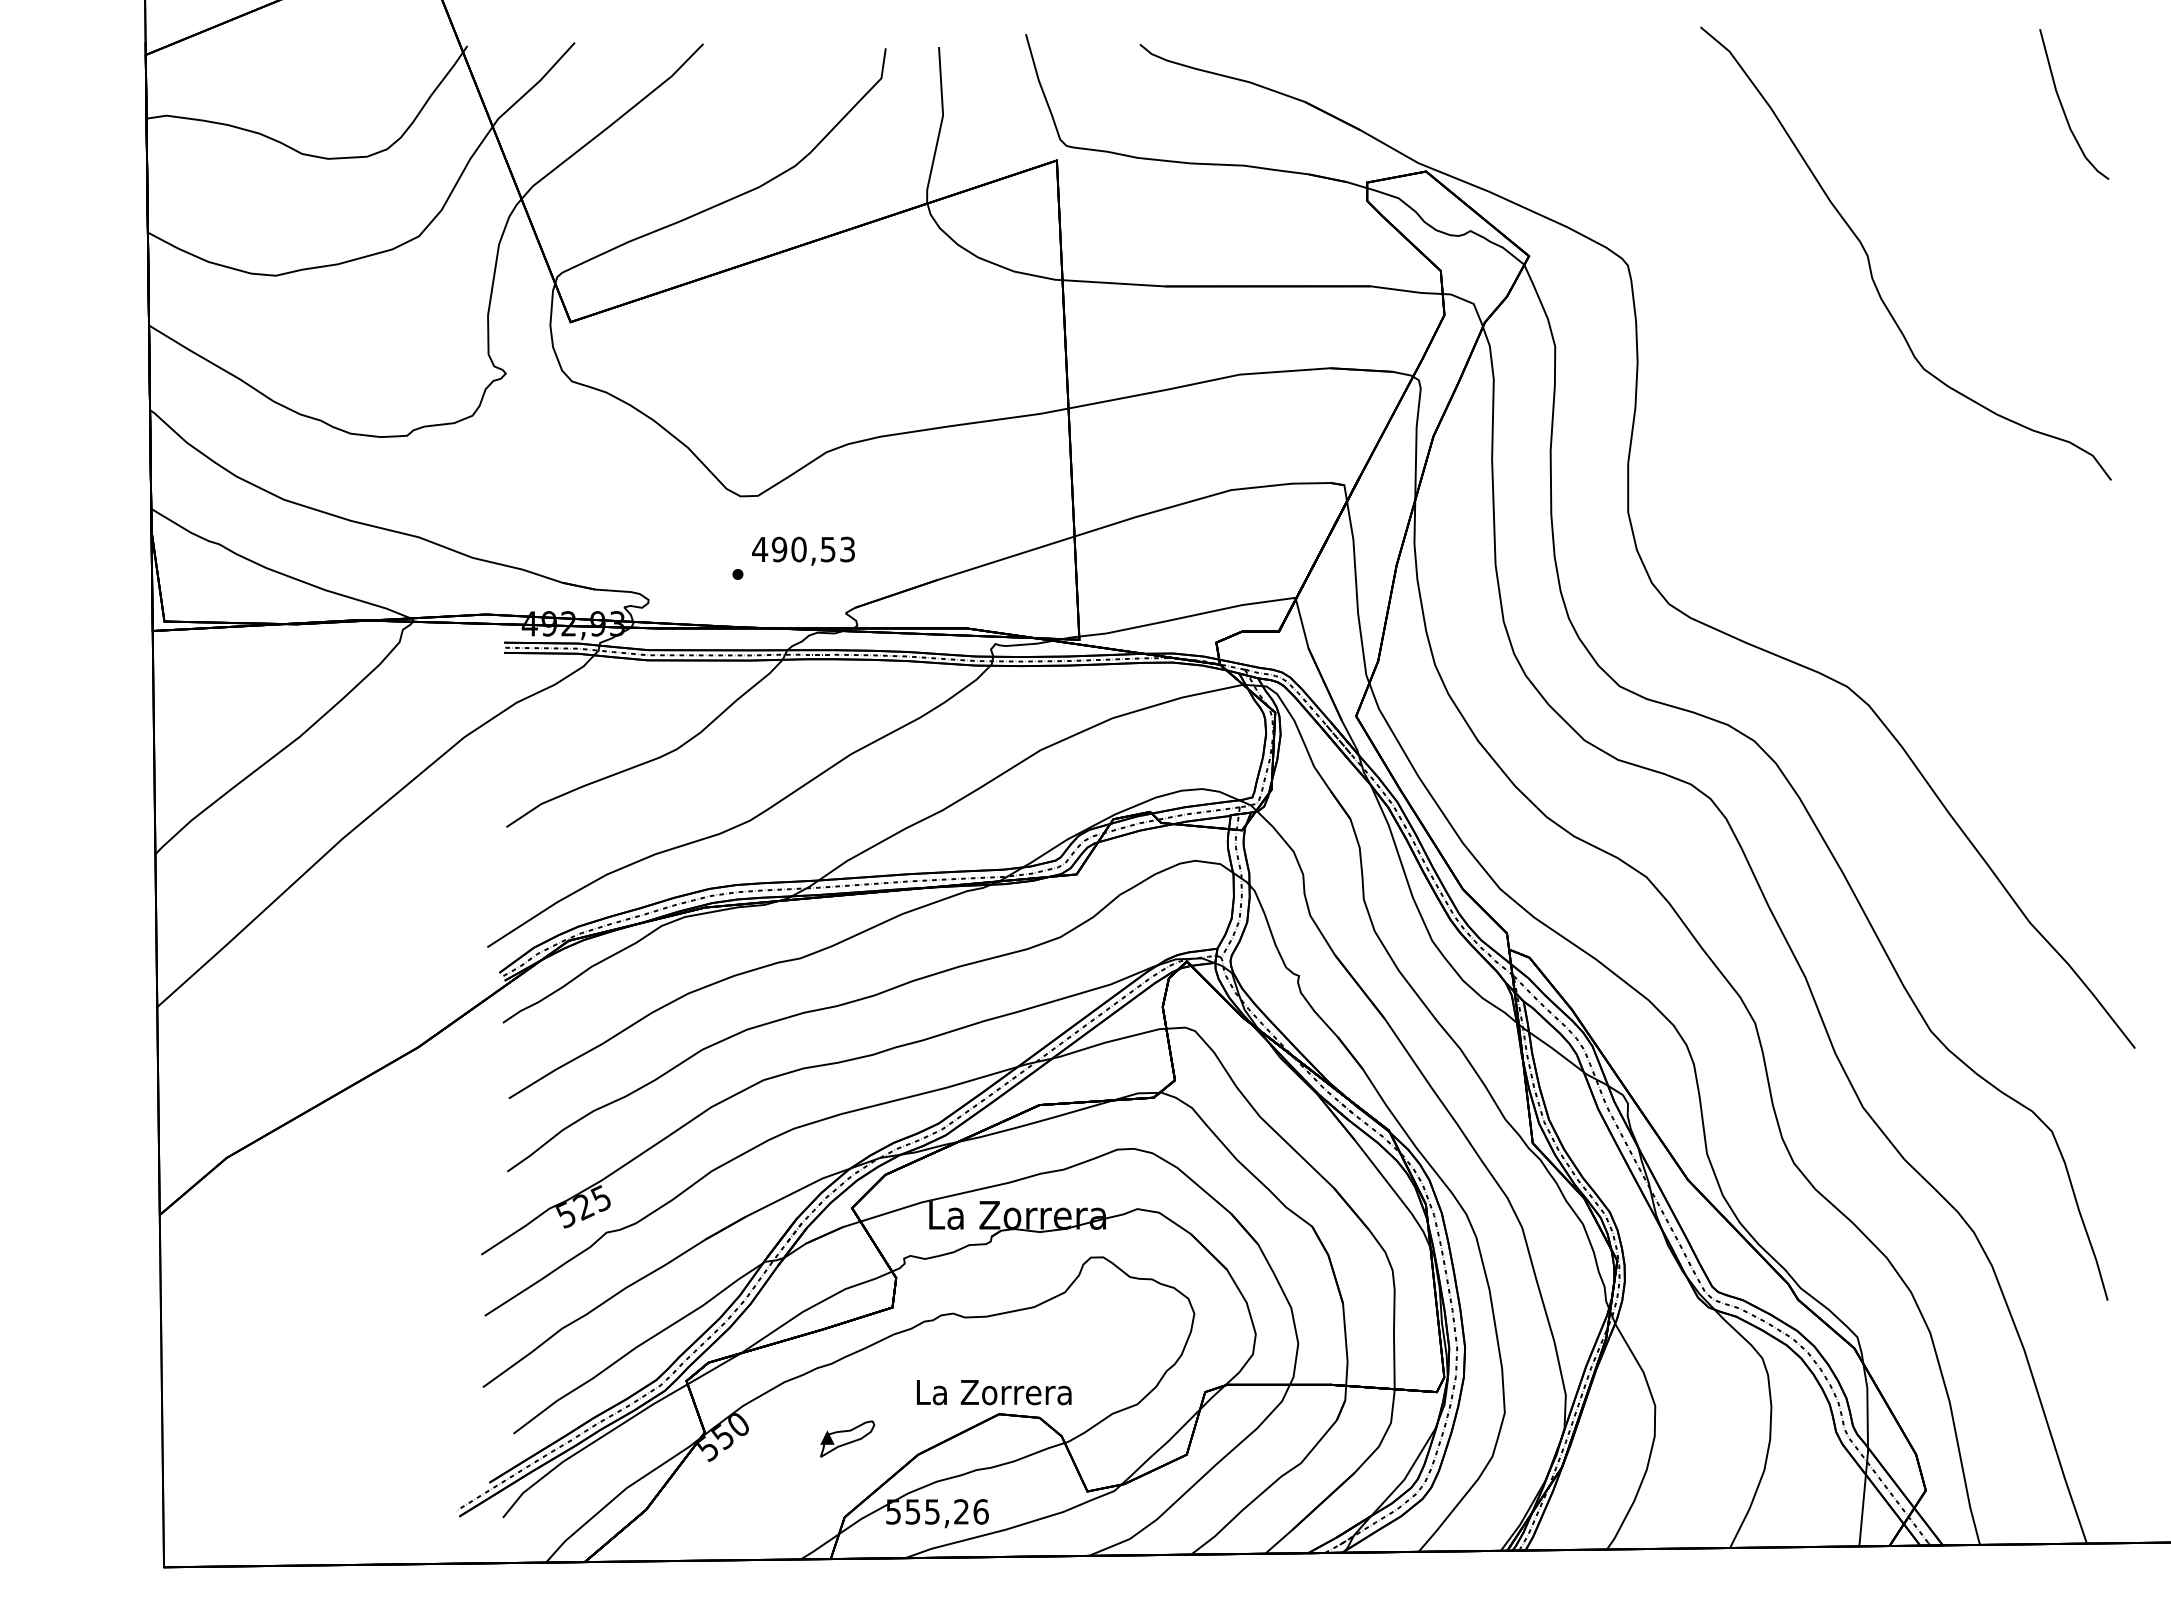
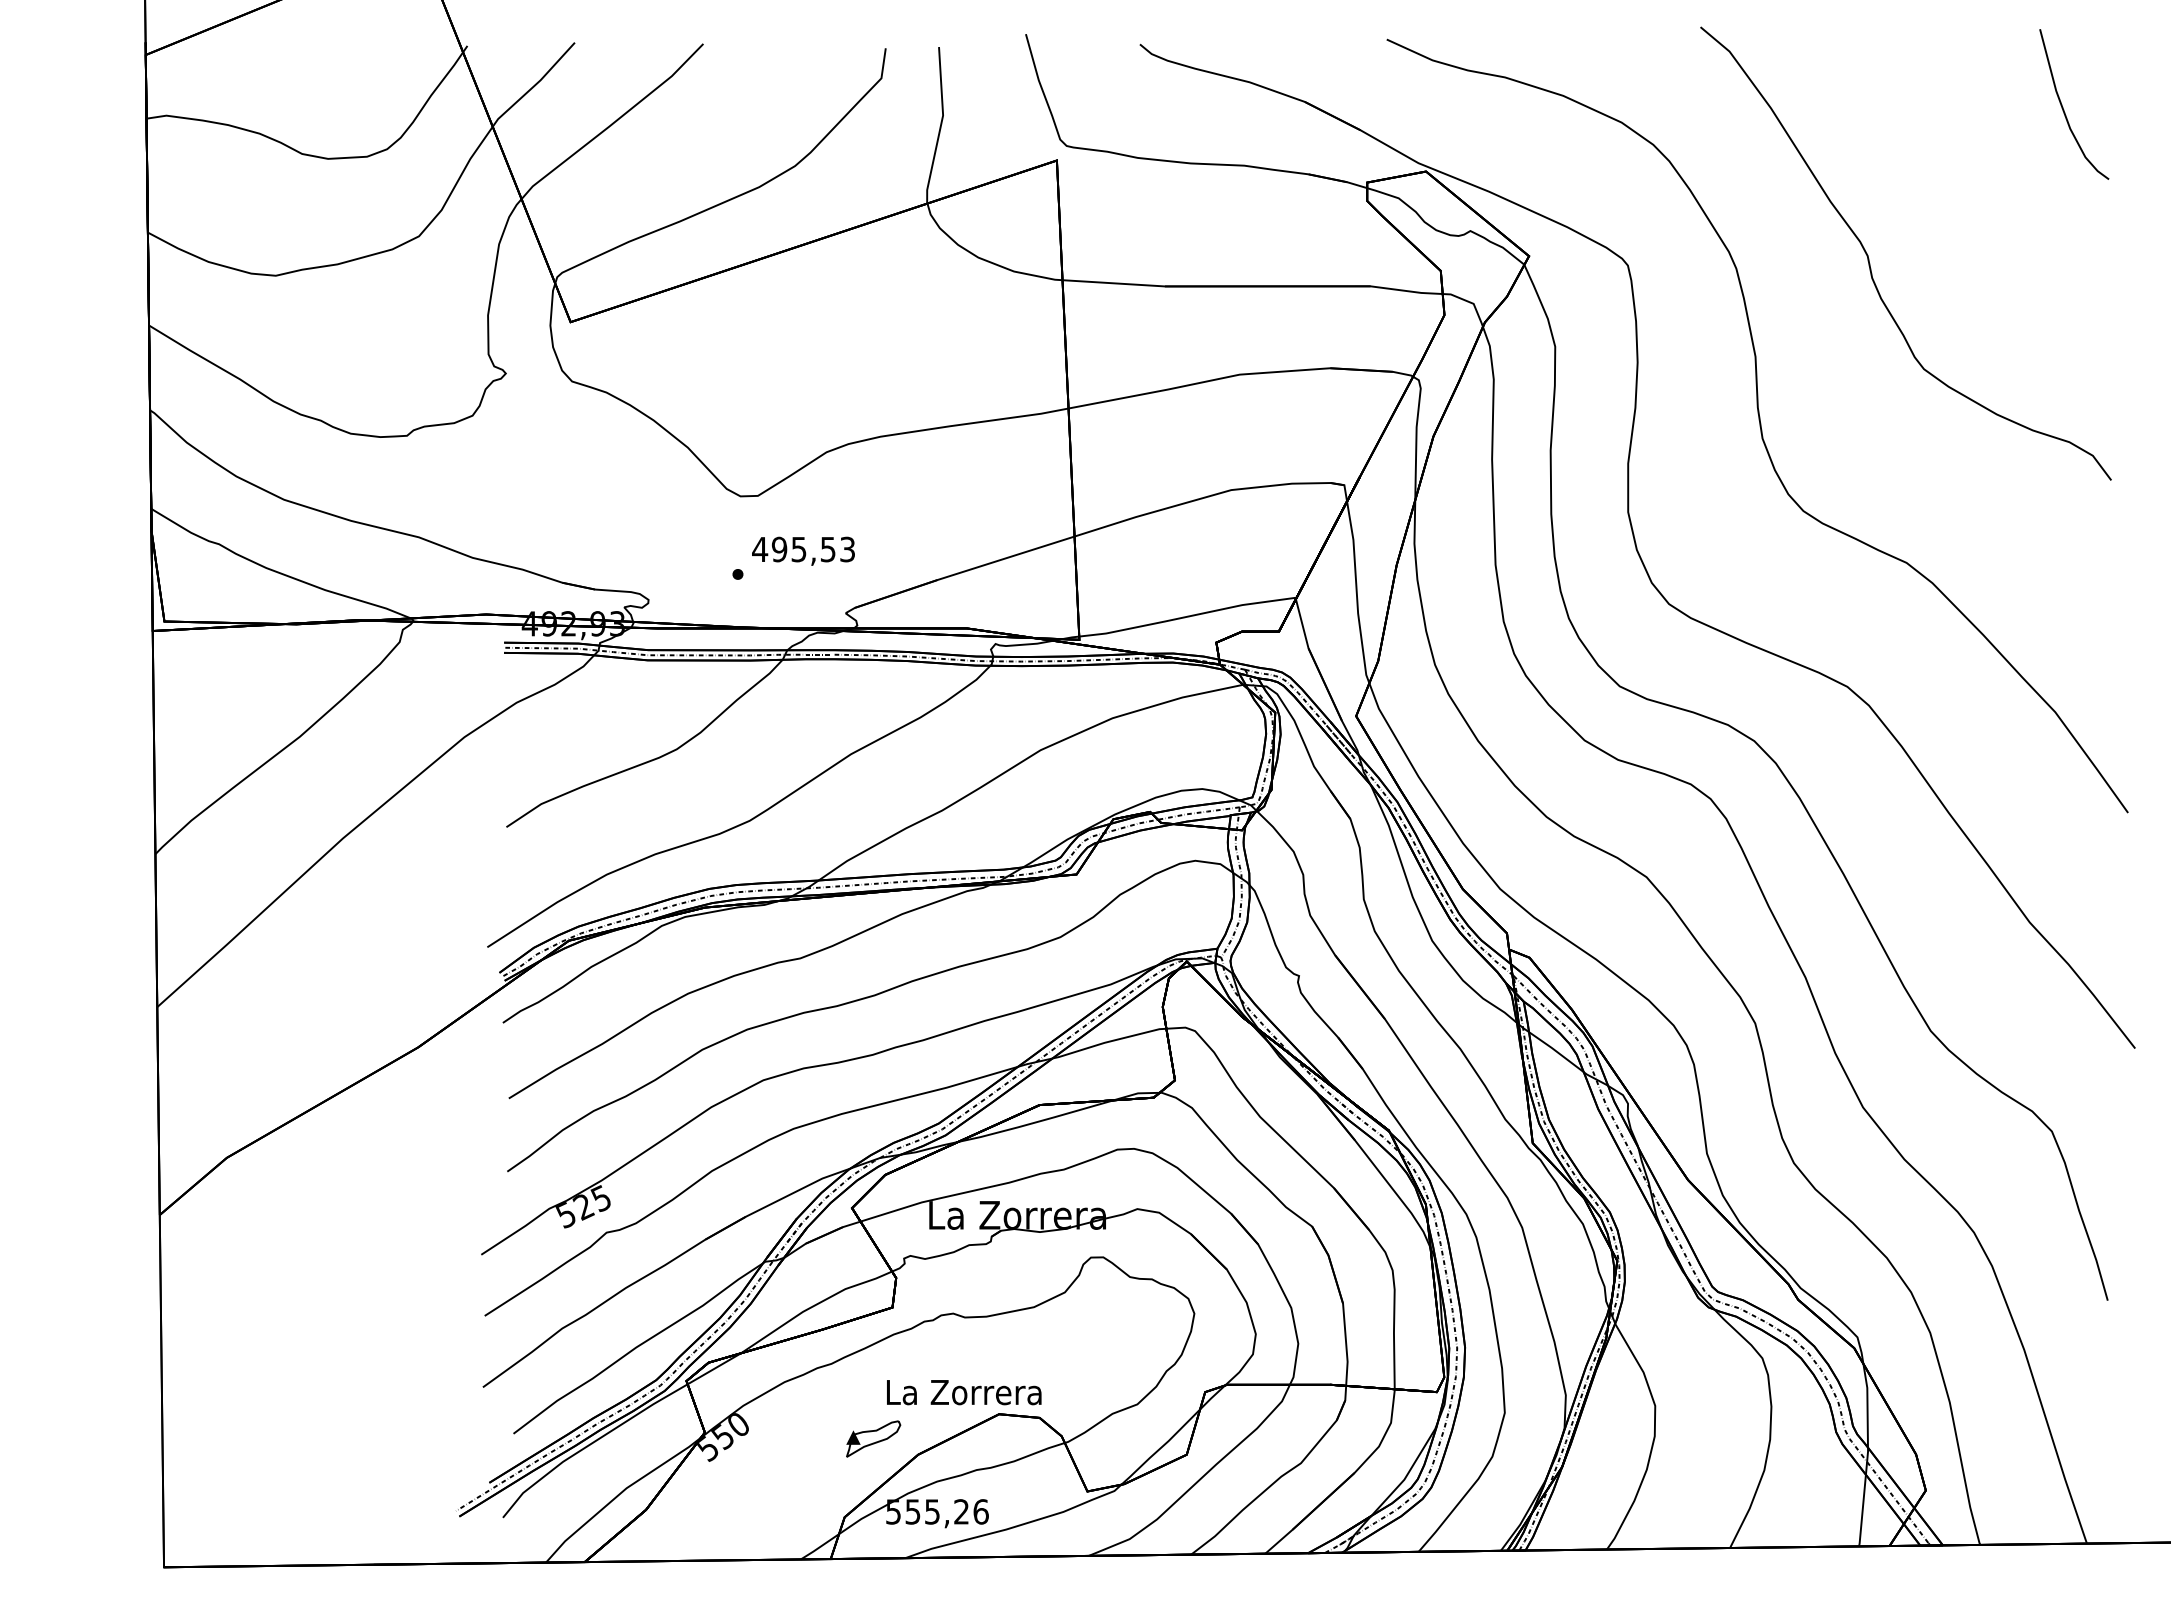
curve at (1759, 425): none -> present
text at (798, 549): 490,53 -> 495,53
text at (994, 1392) position: (994, 1392) -> (964, 1392)
part at (847, 1438) position: (847, 1438) -> (873, 1438)
